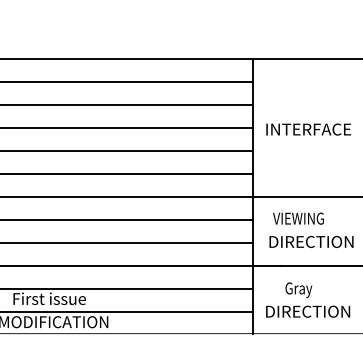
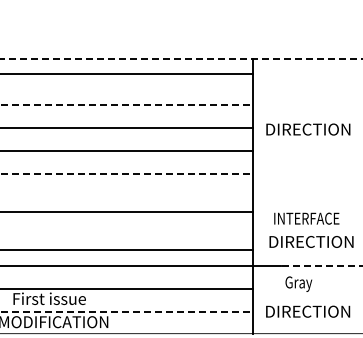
line at (181, 58): solid -> dashed
line at (127, 81) position: (127, 81) -> (127, 73)
line at (126, 104): solid -> dashed
text at (309, 129): INTERFACE -> DIRECTION
line at (126, 173): solid -> dashed
line at (180, 196): present -> none
text at (306, 218): VIEWING -> INTERFACE
line at (127, 219) position: (127, 219) -> (127, 211)
line at (127, 242) position: (127, 242) -> (127, 249)
line at (321, 265): solid -> dashed
text at (298, 289) position: (298, 289) -> (298, 283)
line at (126, 311): solid -> dashed
